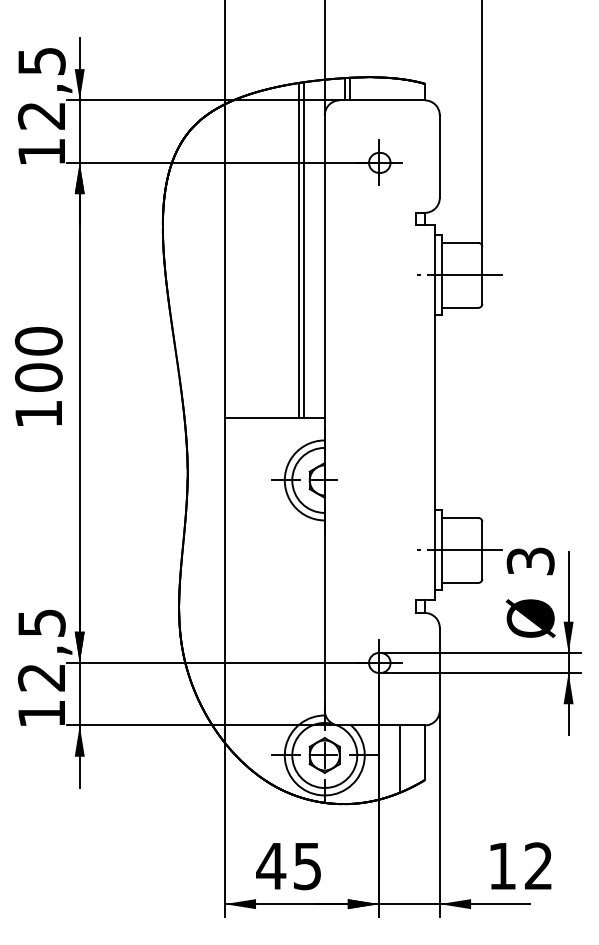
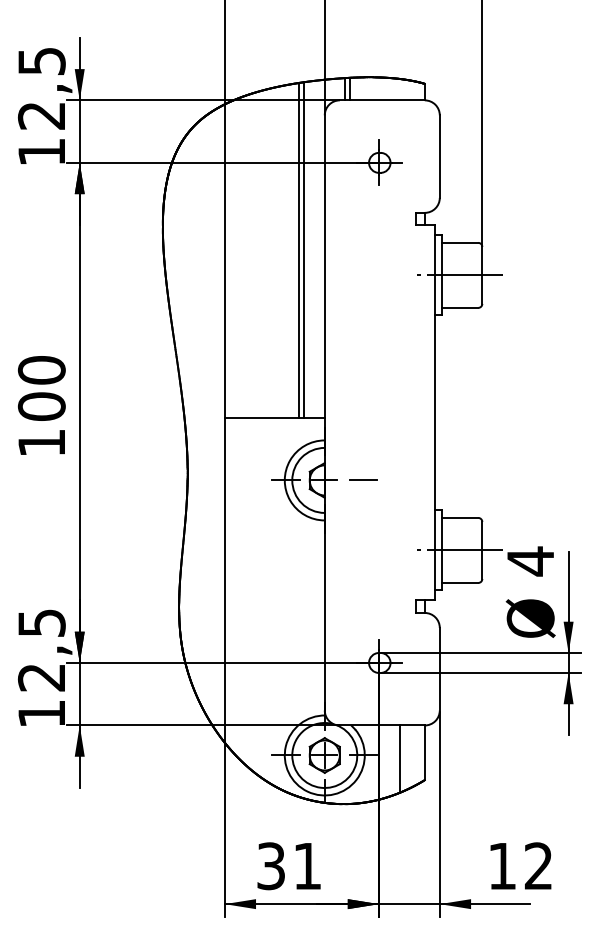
text at (38, 376) position: (38, 376) -> (41, 405)
line at (363, 480): none -> present
text at (530, 561): 3 -> 4
text at (288, 866): 45 -> 31
